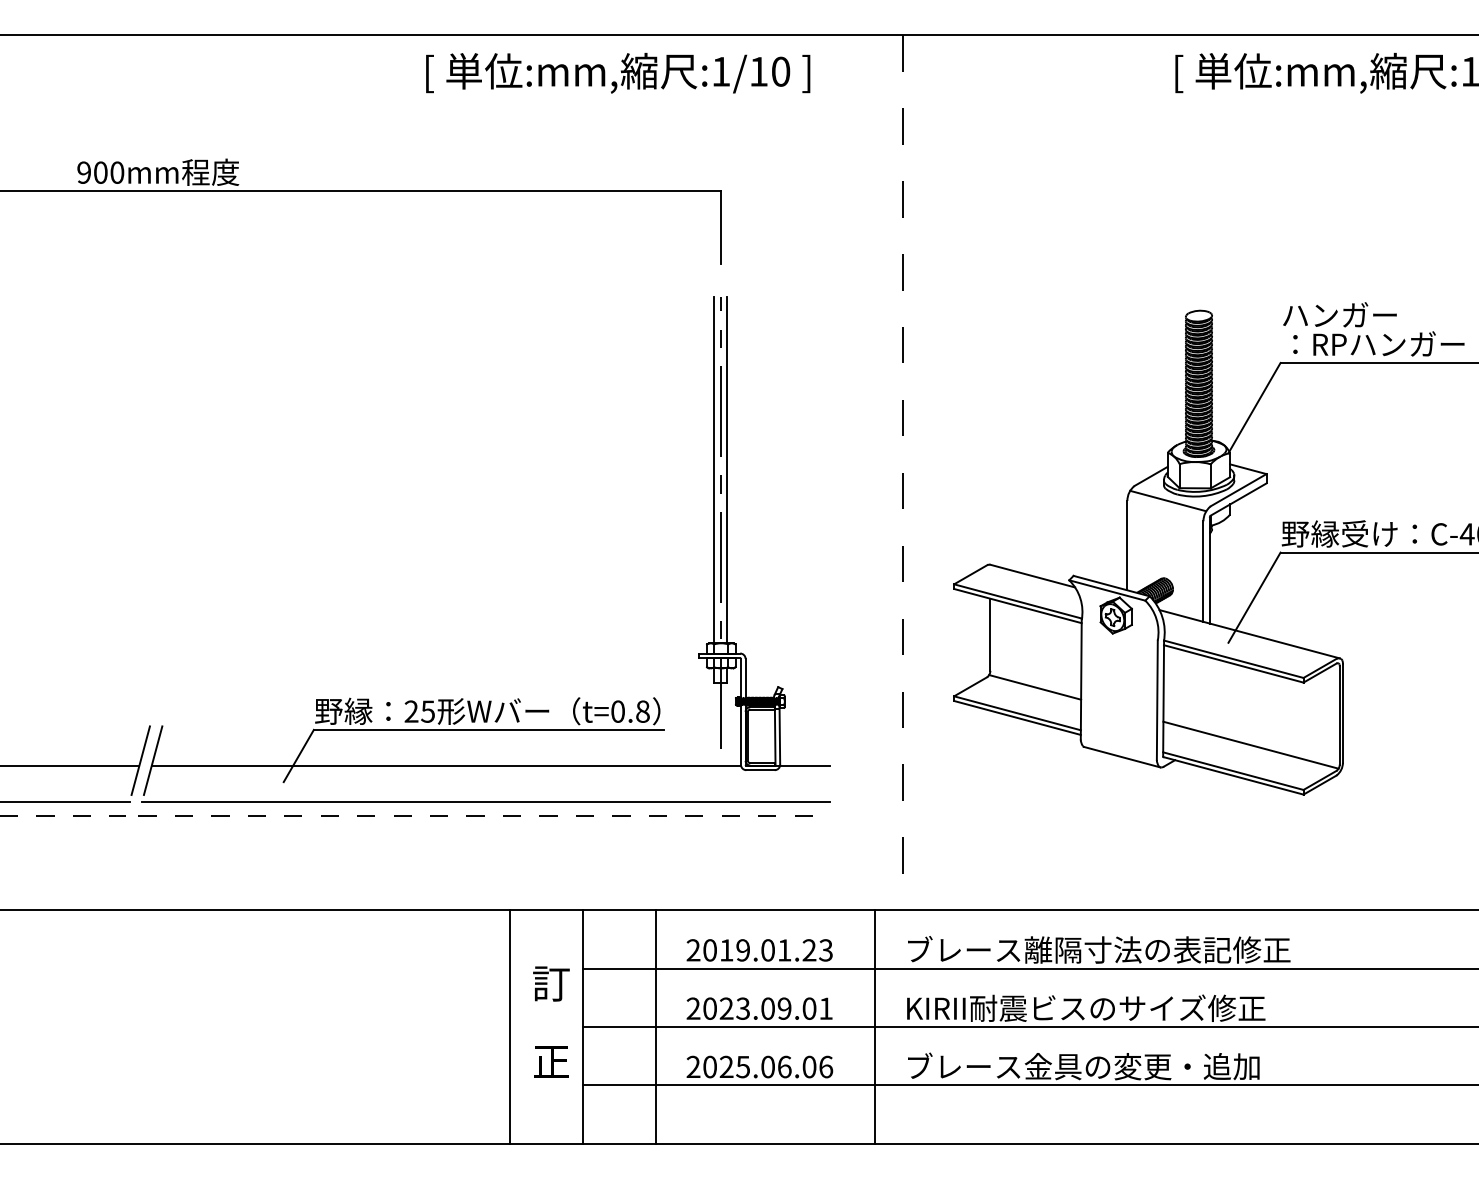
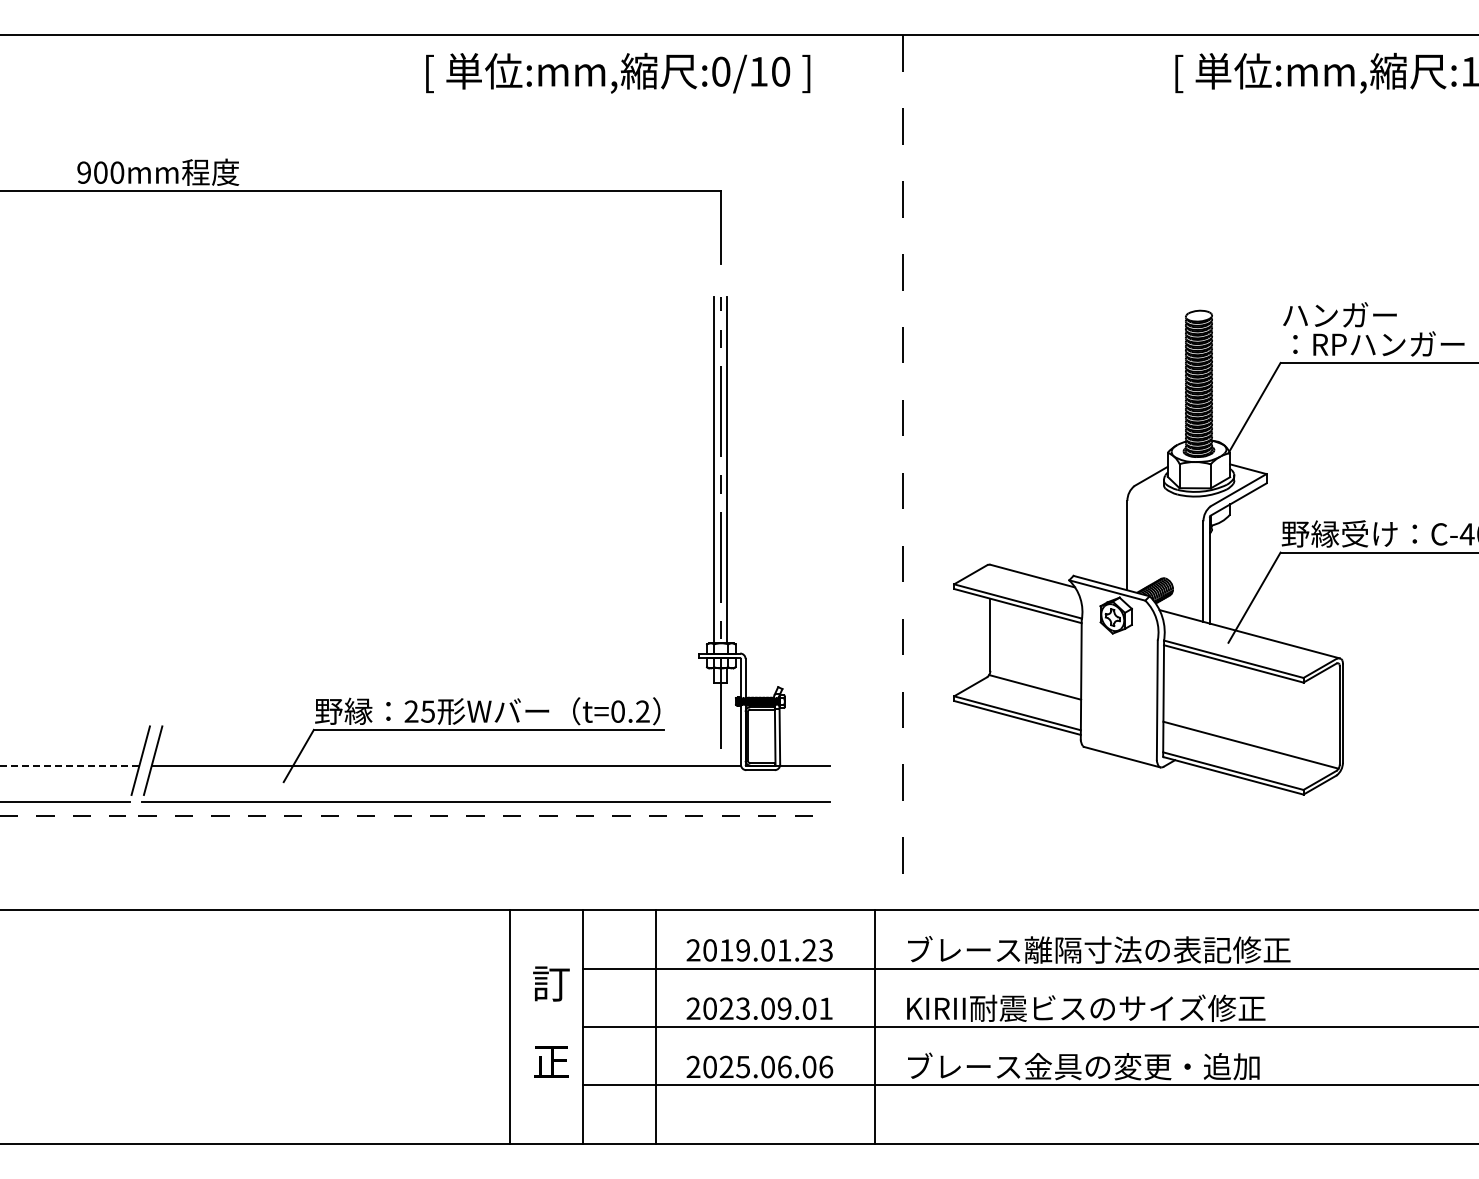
text at (721, 71): :1/10 -> :0/10
line at (1168, 500): present -> none
text at (642, 711): t=0.8 -> t=0.2
line at (69, 765): solid -> dashed
